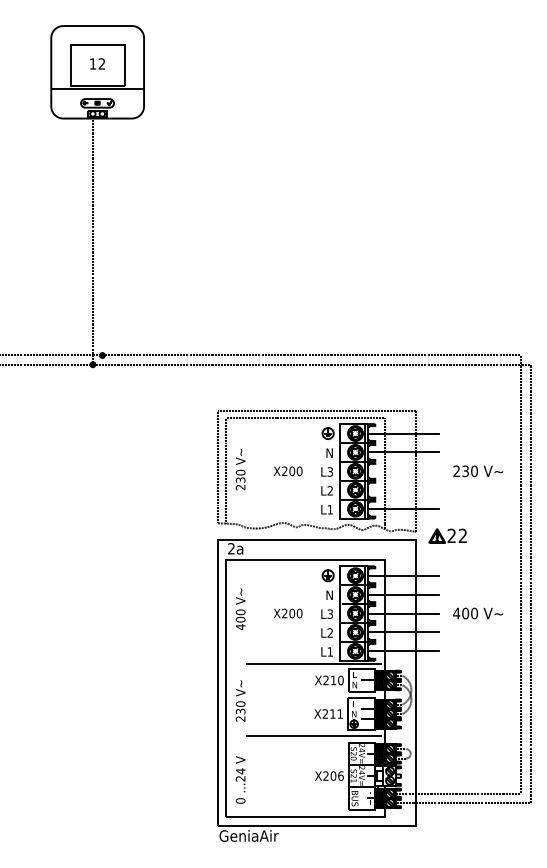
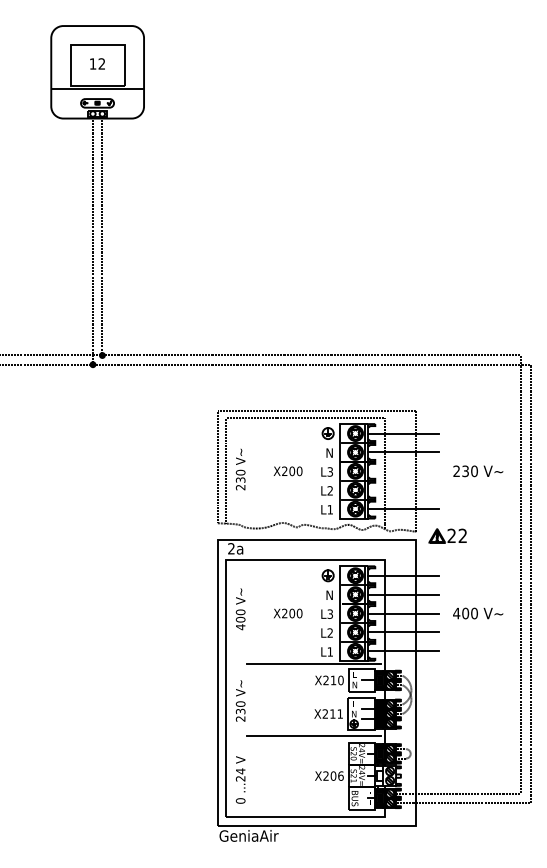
line at (102, 235): none -> present
